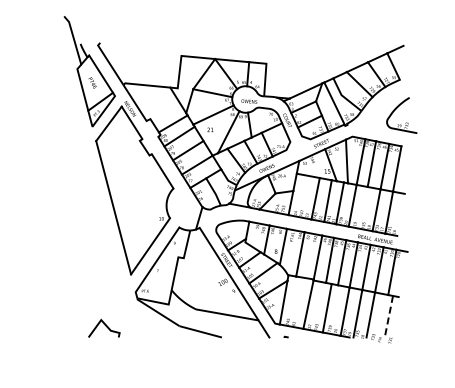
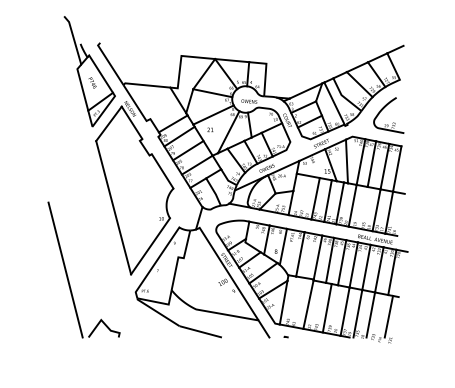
part at (396, 109) position: (396, 109) -> (383, 109)
line at (65, 269): none -> present
line at (388, 317): dashed -> solid
